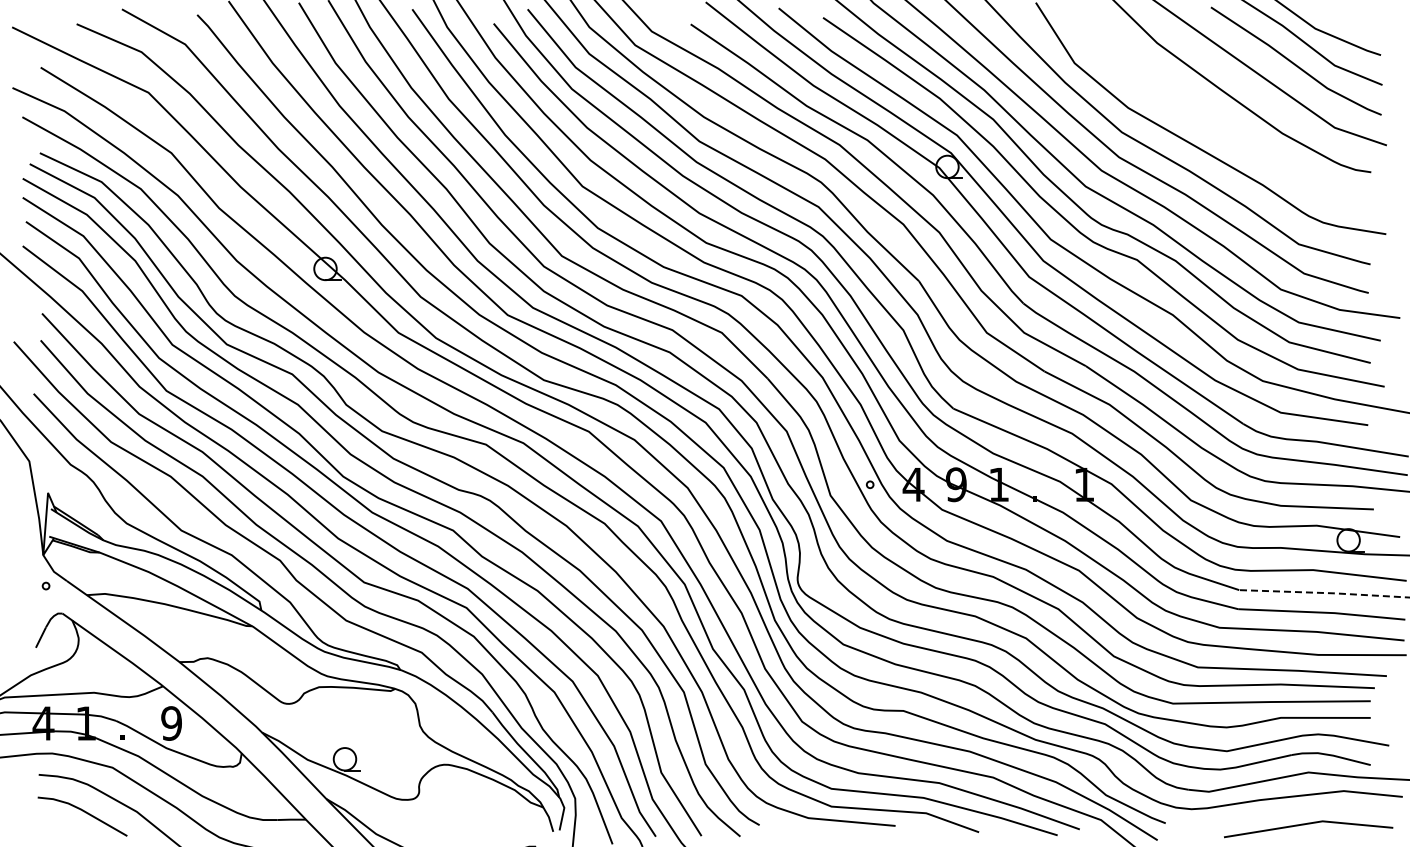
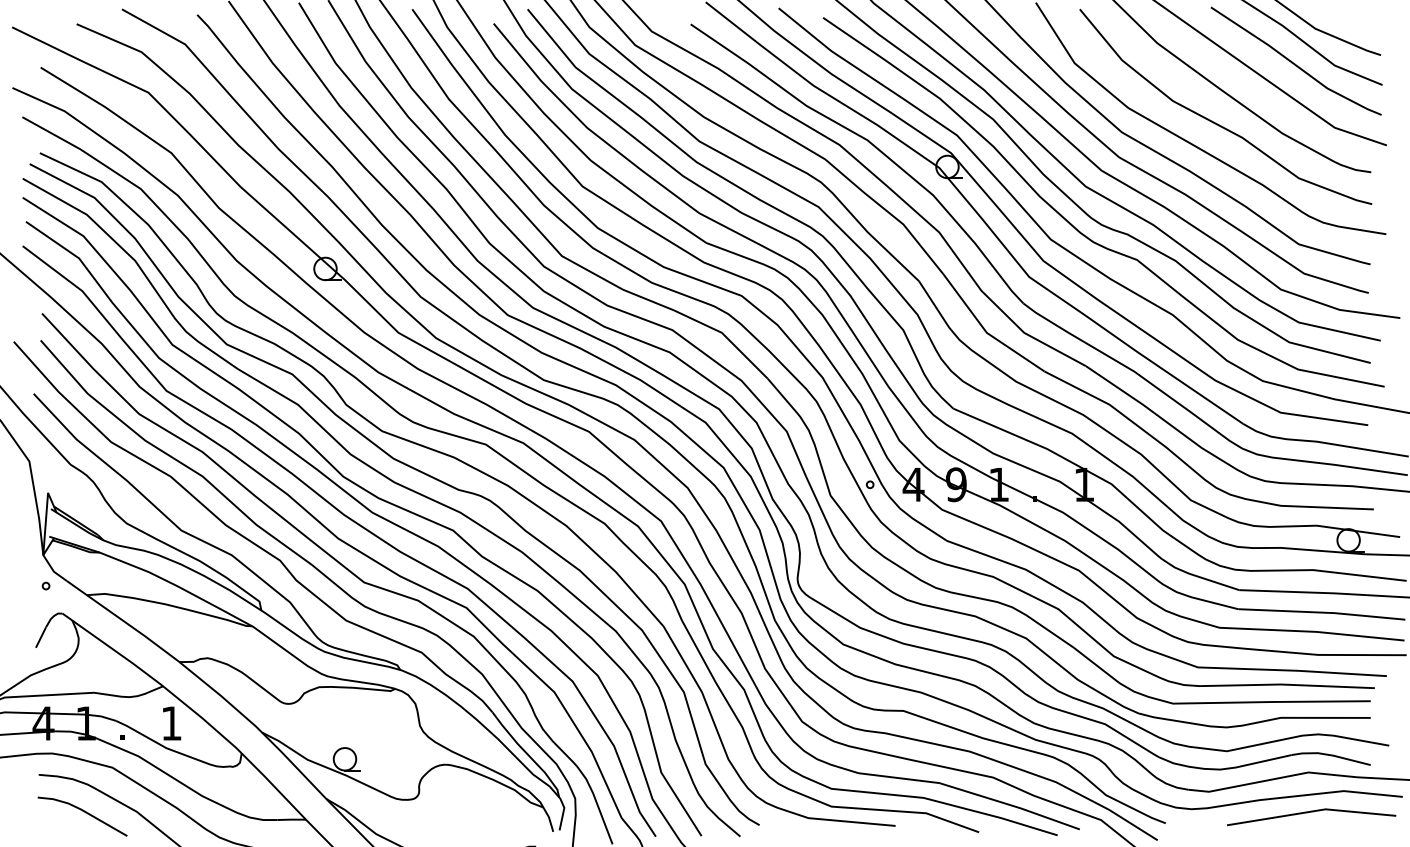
curve at (1217, 123): none -> present
line at (1324, 593): dashed -> solid
text at (171, 723): 9 -> 1
line at (1308, 824) position: (1308, 824) -> (1311, 812)
